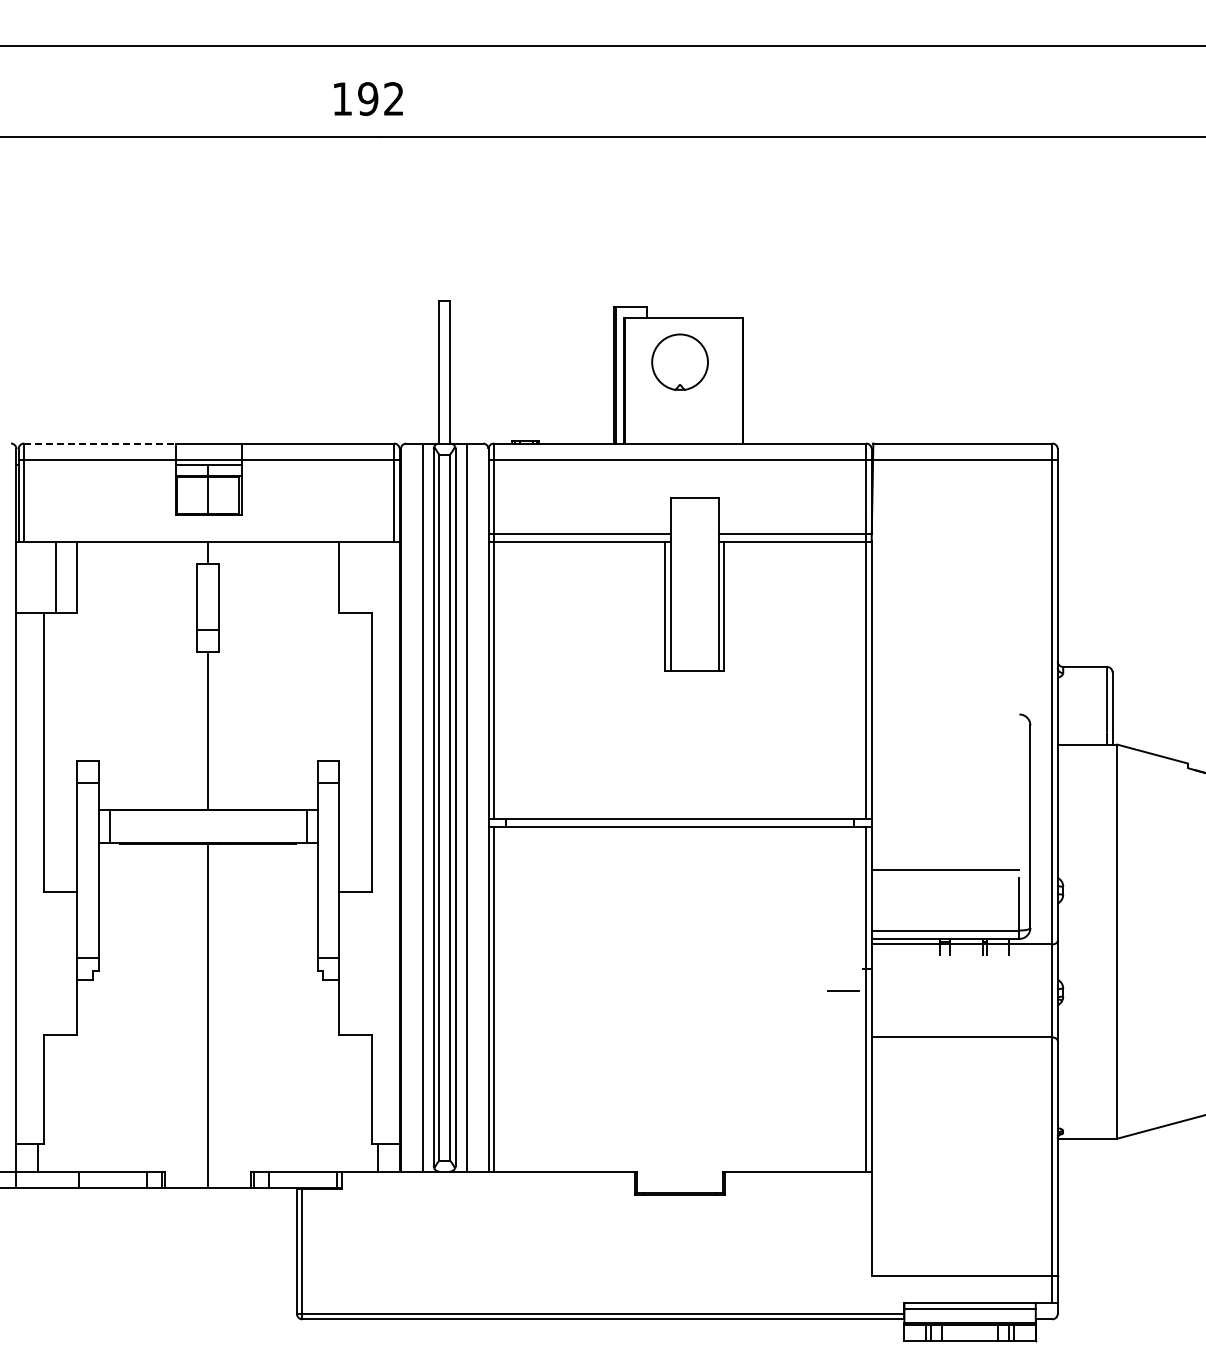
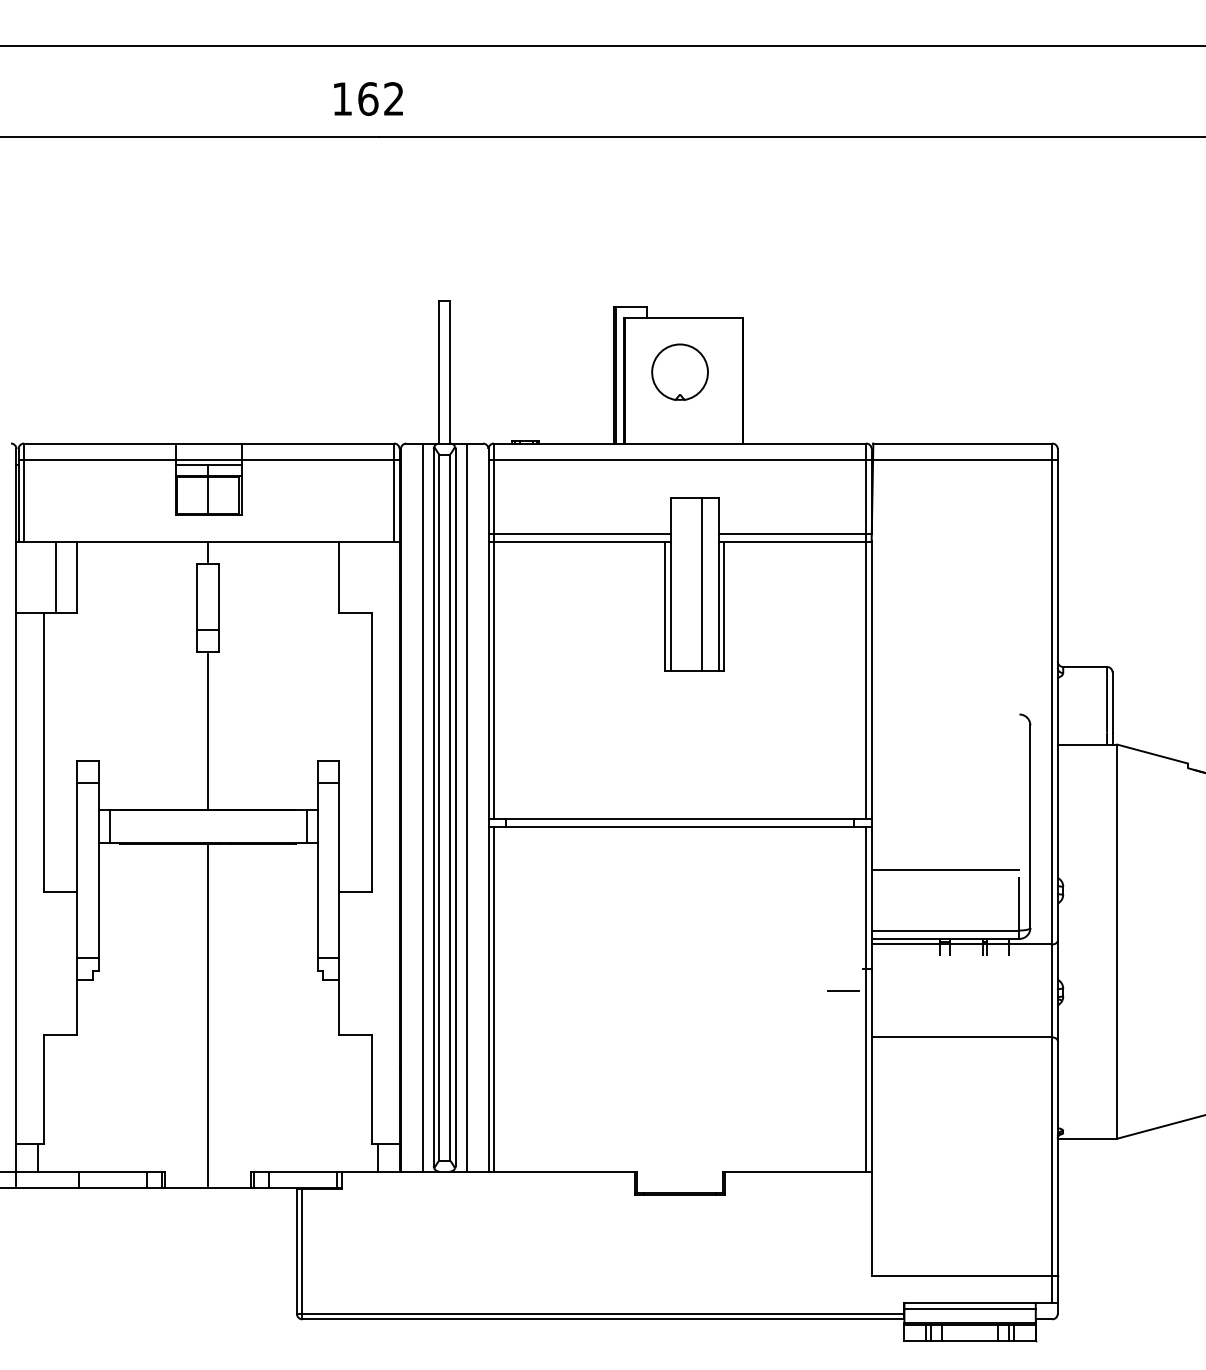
text at (368, 98): 192 -> 162
part at (679, 361) position: (679, 361) -> (679, 371)
line at (100, 443): dashed -> solid
line at (701, 584): none -> present
